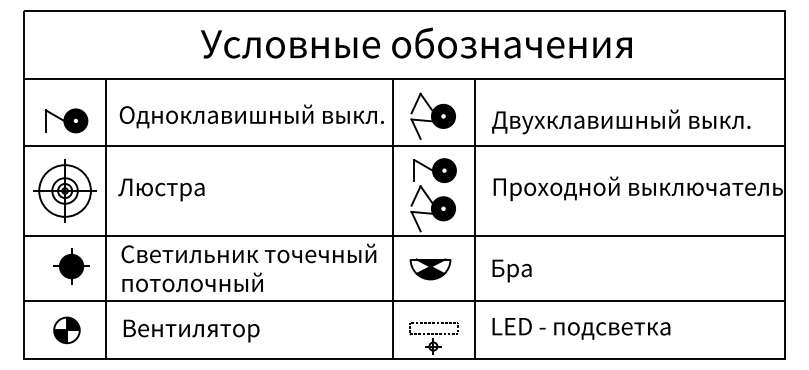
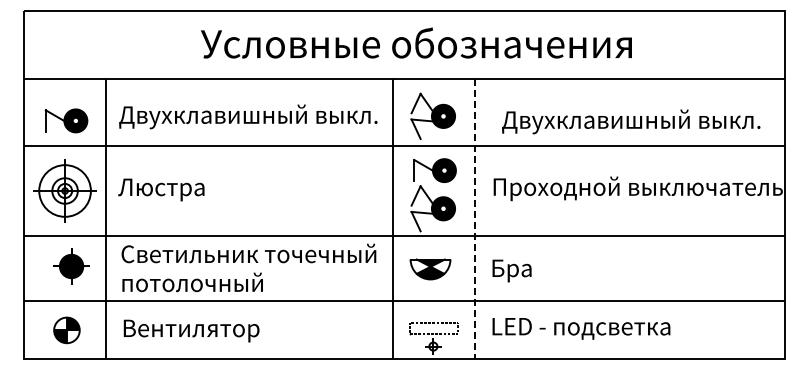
text at (251, 116): Одноклавишный выкл. -> Двухклавишный выкл.
text at (621, 121) position: (621, 121) -> (631, 121)
line at (474, 219): solid -> dashed
